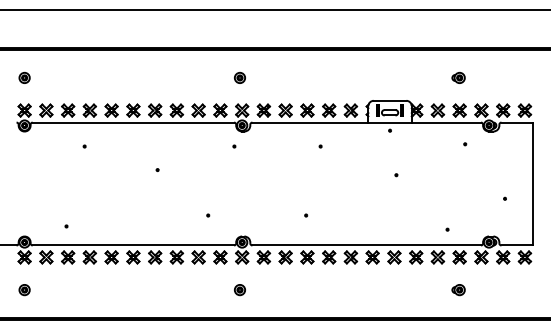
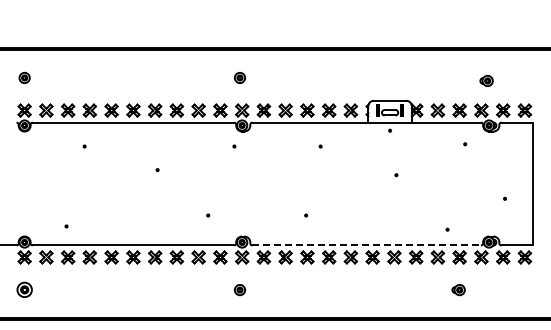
line at (274, 10): present -> none
part at (458, 77) position: (458, 77) -> (486, 80)
line at (367, 245): solid -> dashed
part at (24, 290) size: 13x13 px -> 17x17 px
